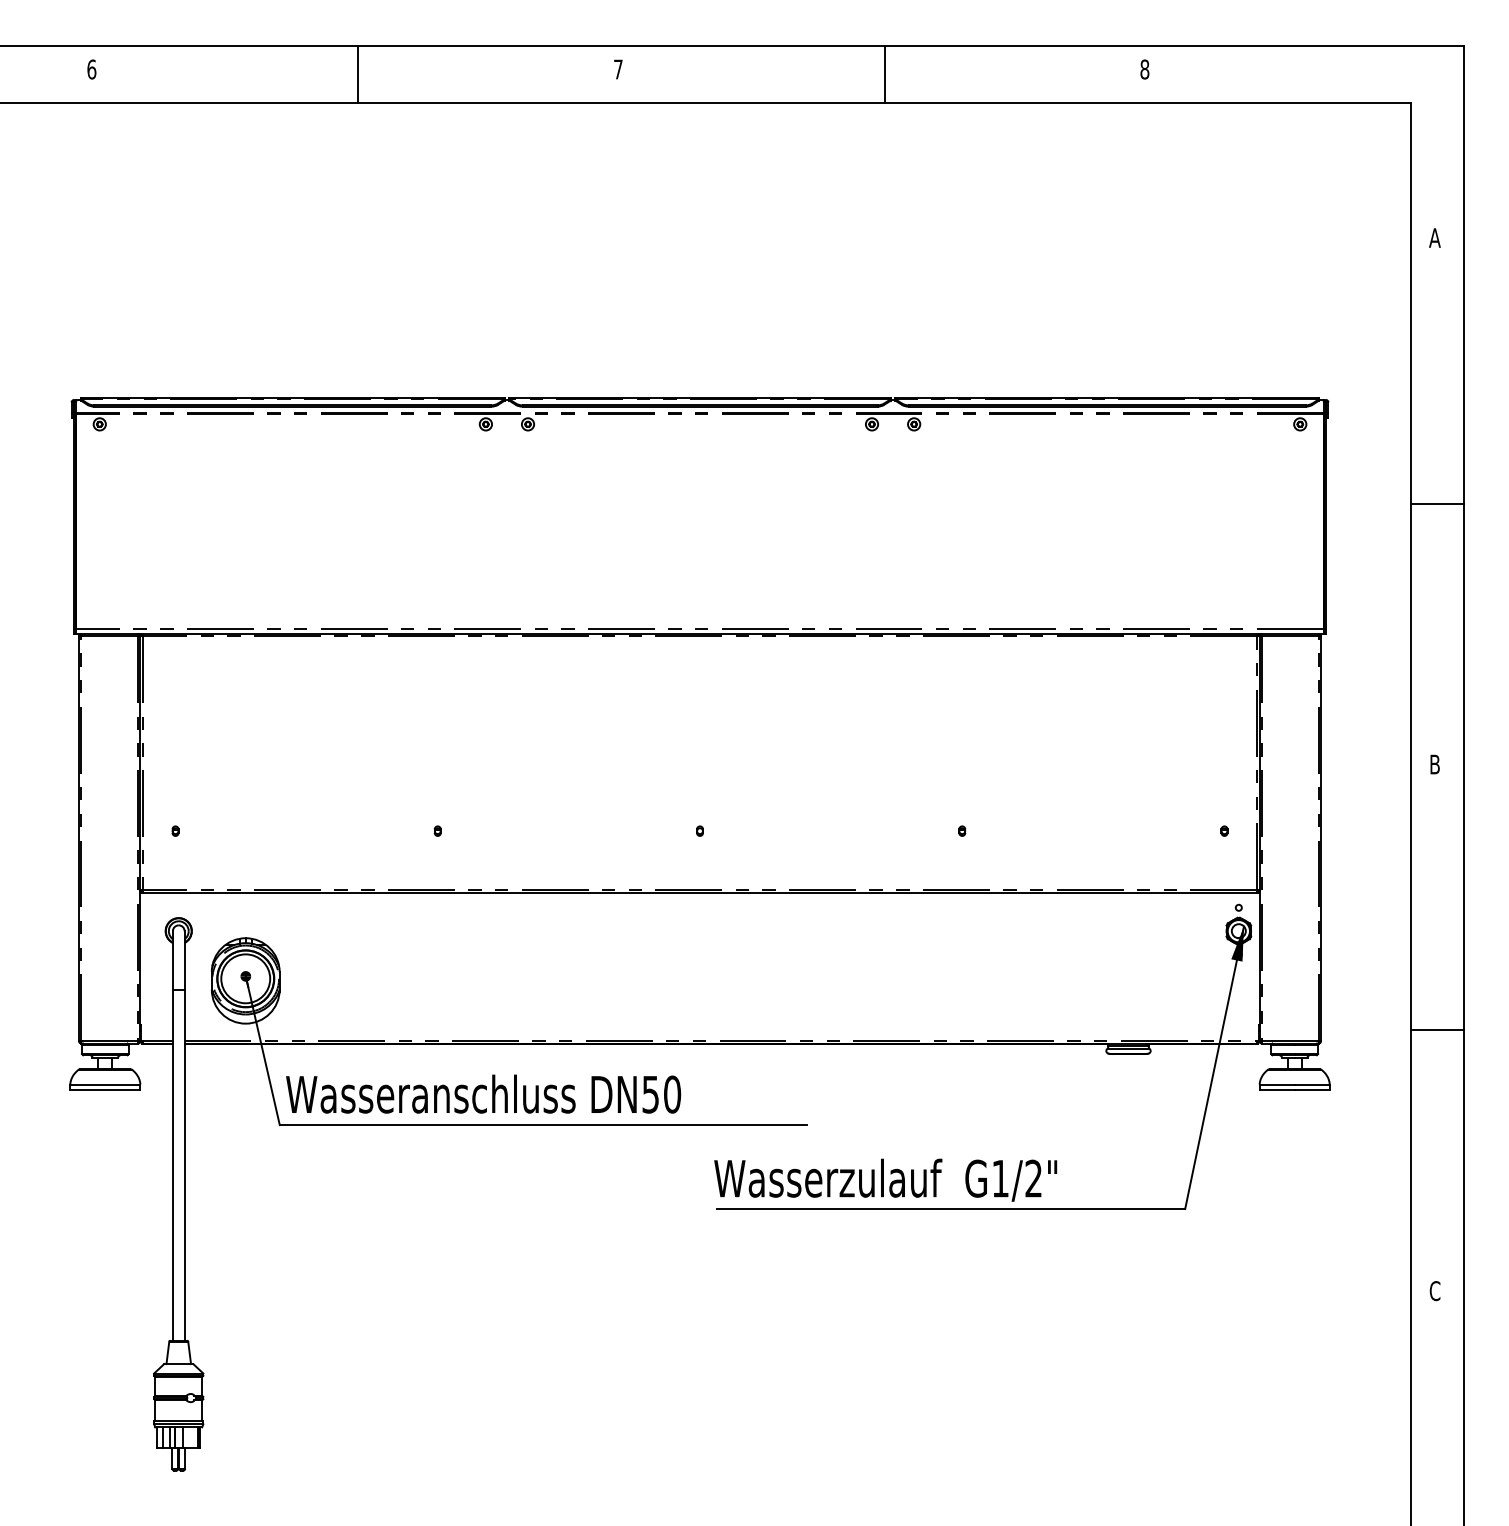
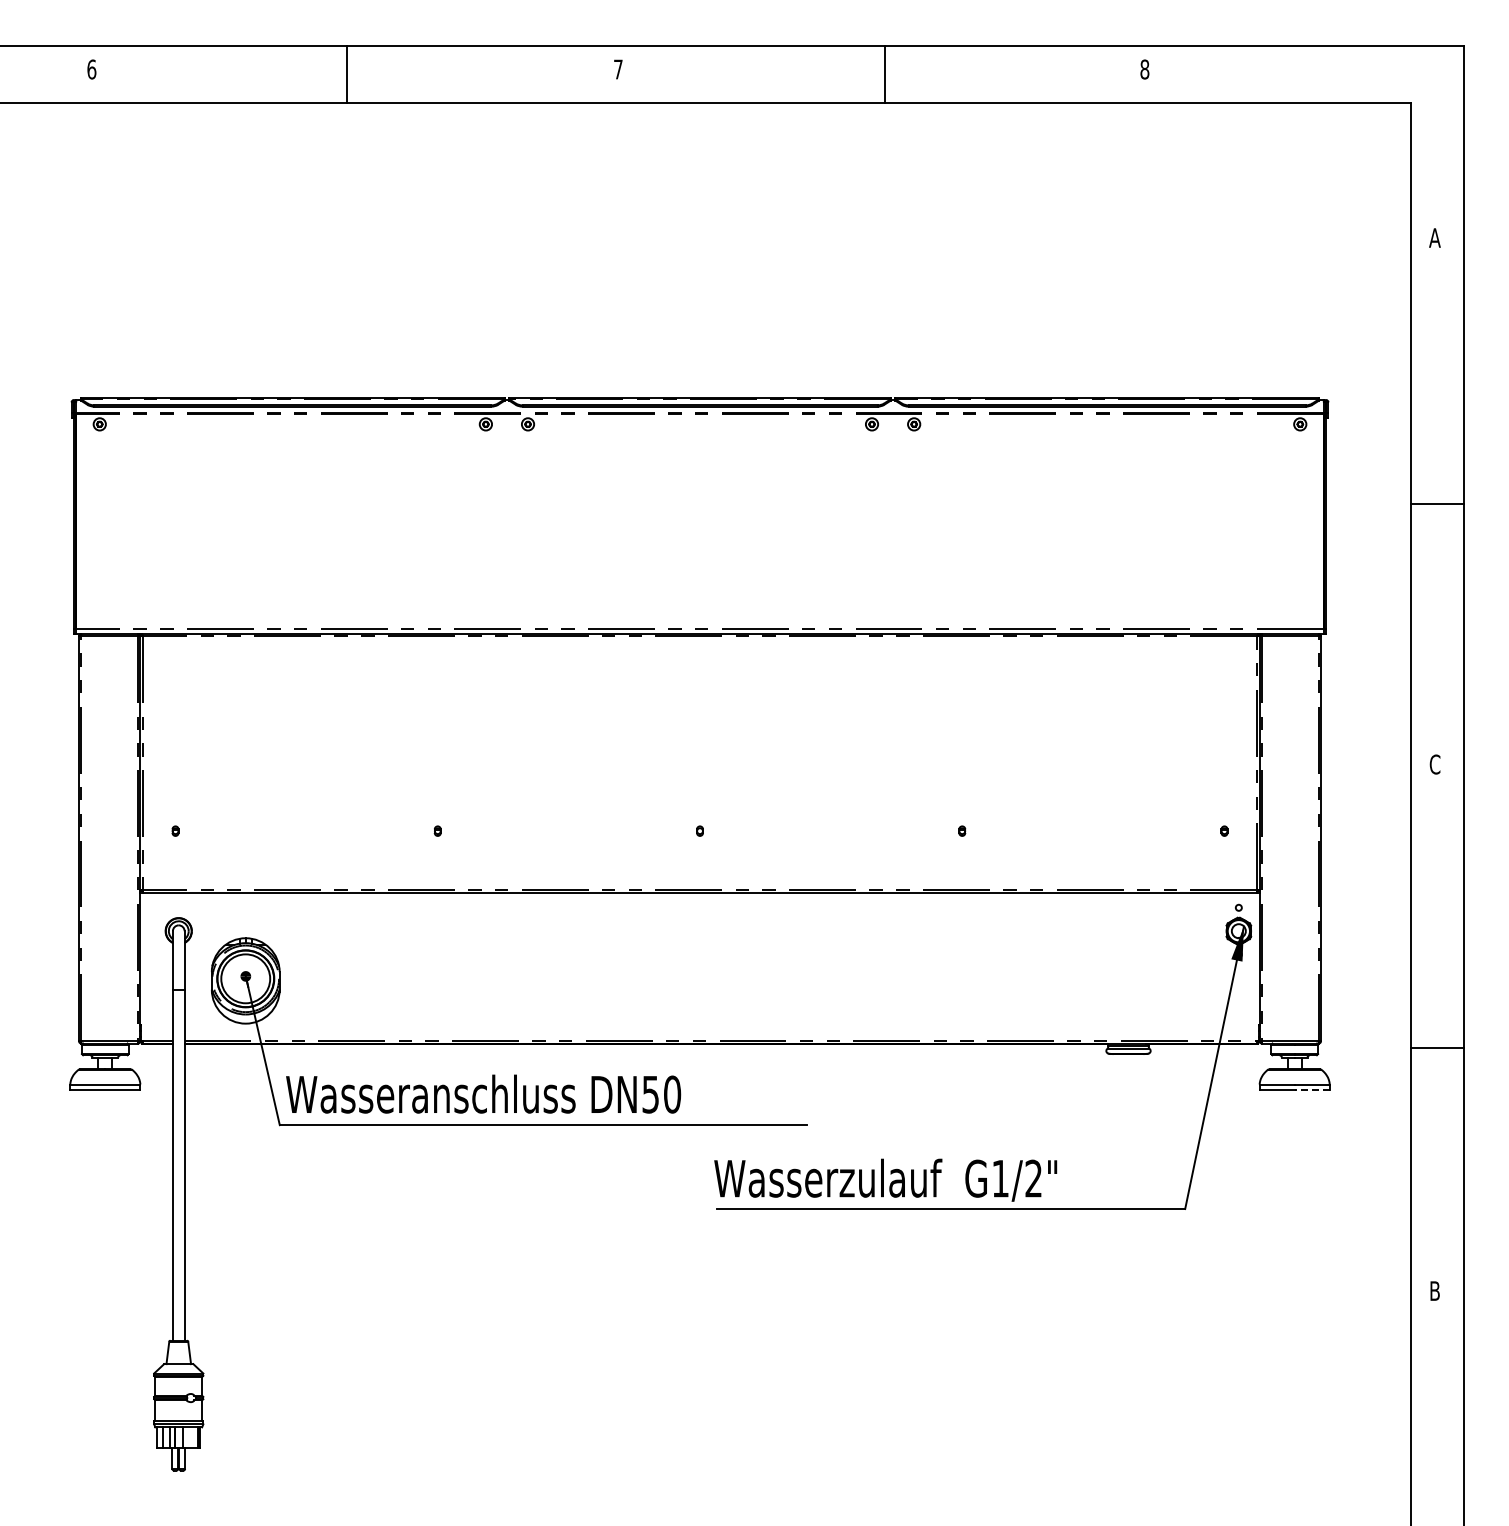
line at (358, 73) position: (358, 73) -> (347, 73)
text at (1434, 764): B -> C
line at (1437, 1030) position: (1437, 1030) -> (1437, 1048)
line at (1312, 1090): solid -> dashed
text at (1434, 1291): C -> B
